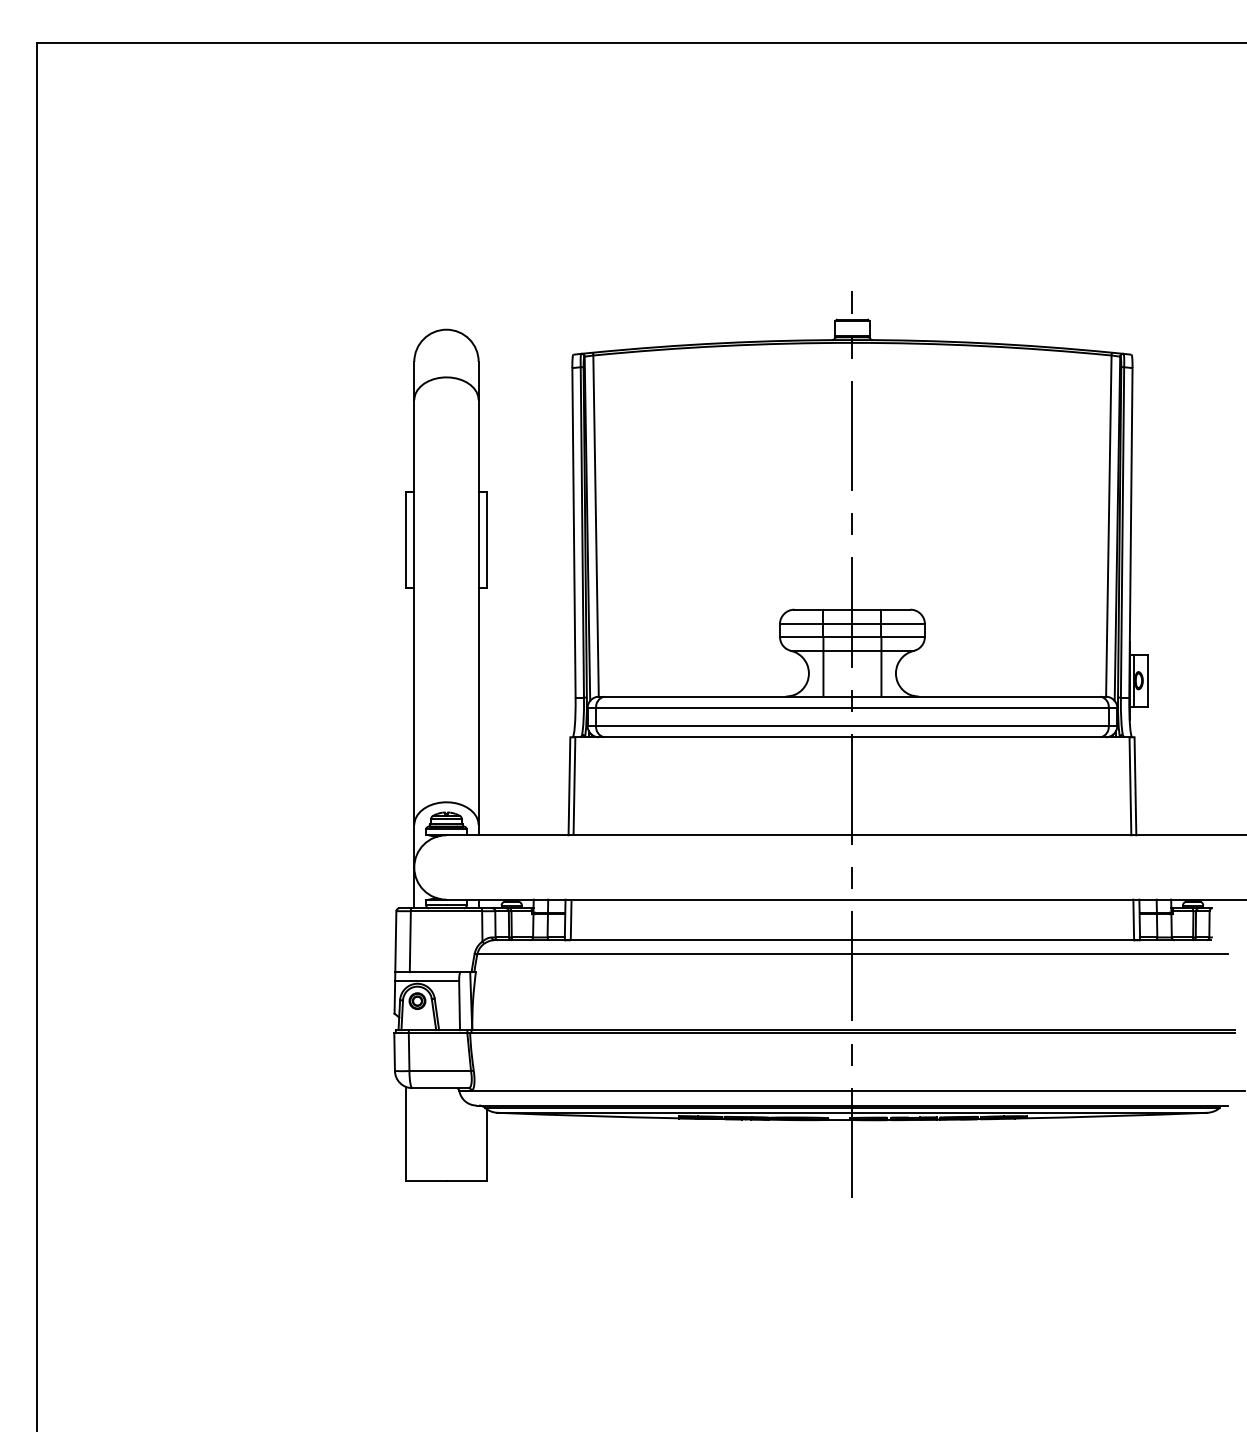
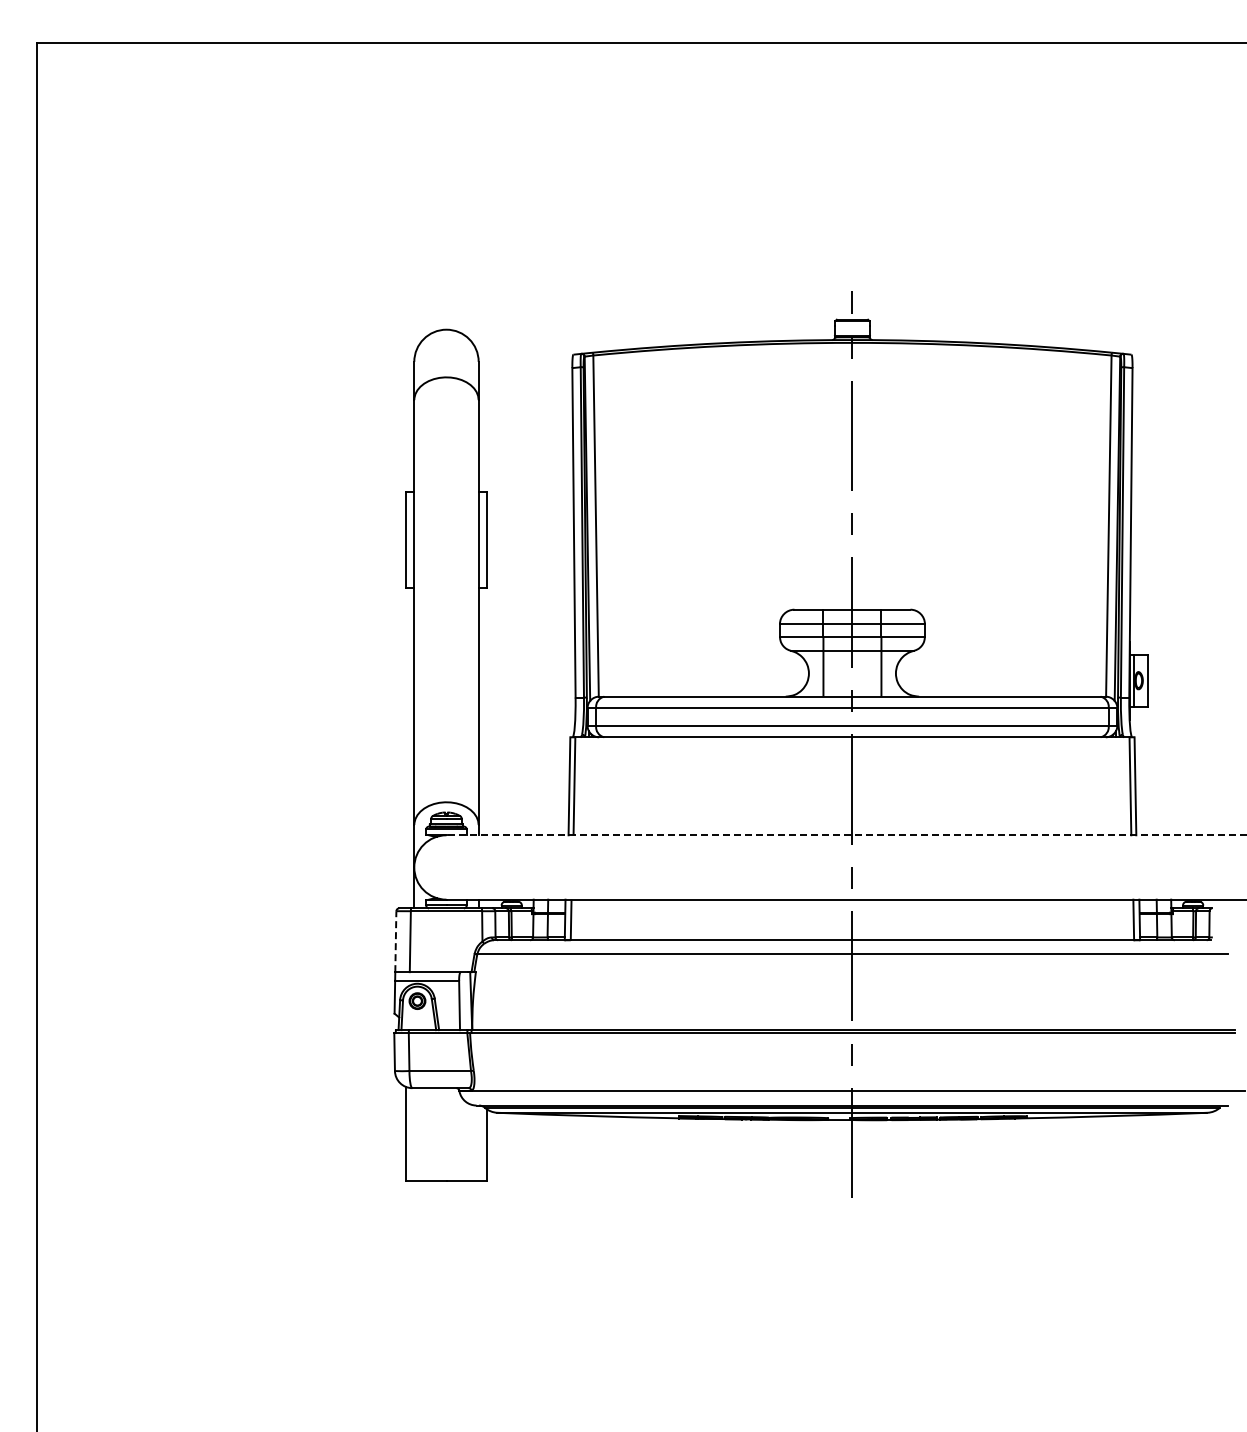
line at (846, 835): solid -> dashed
line at (395, 941): solid -> dashed
